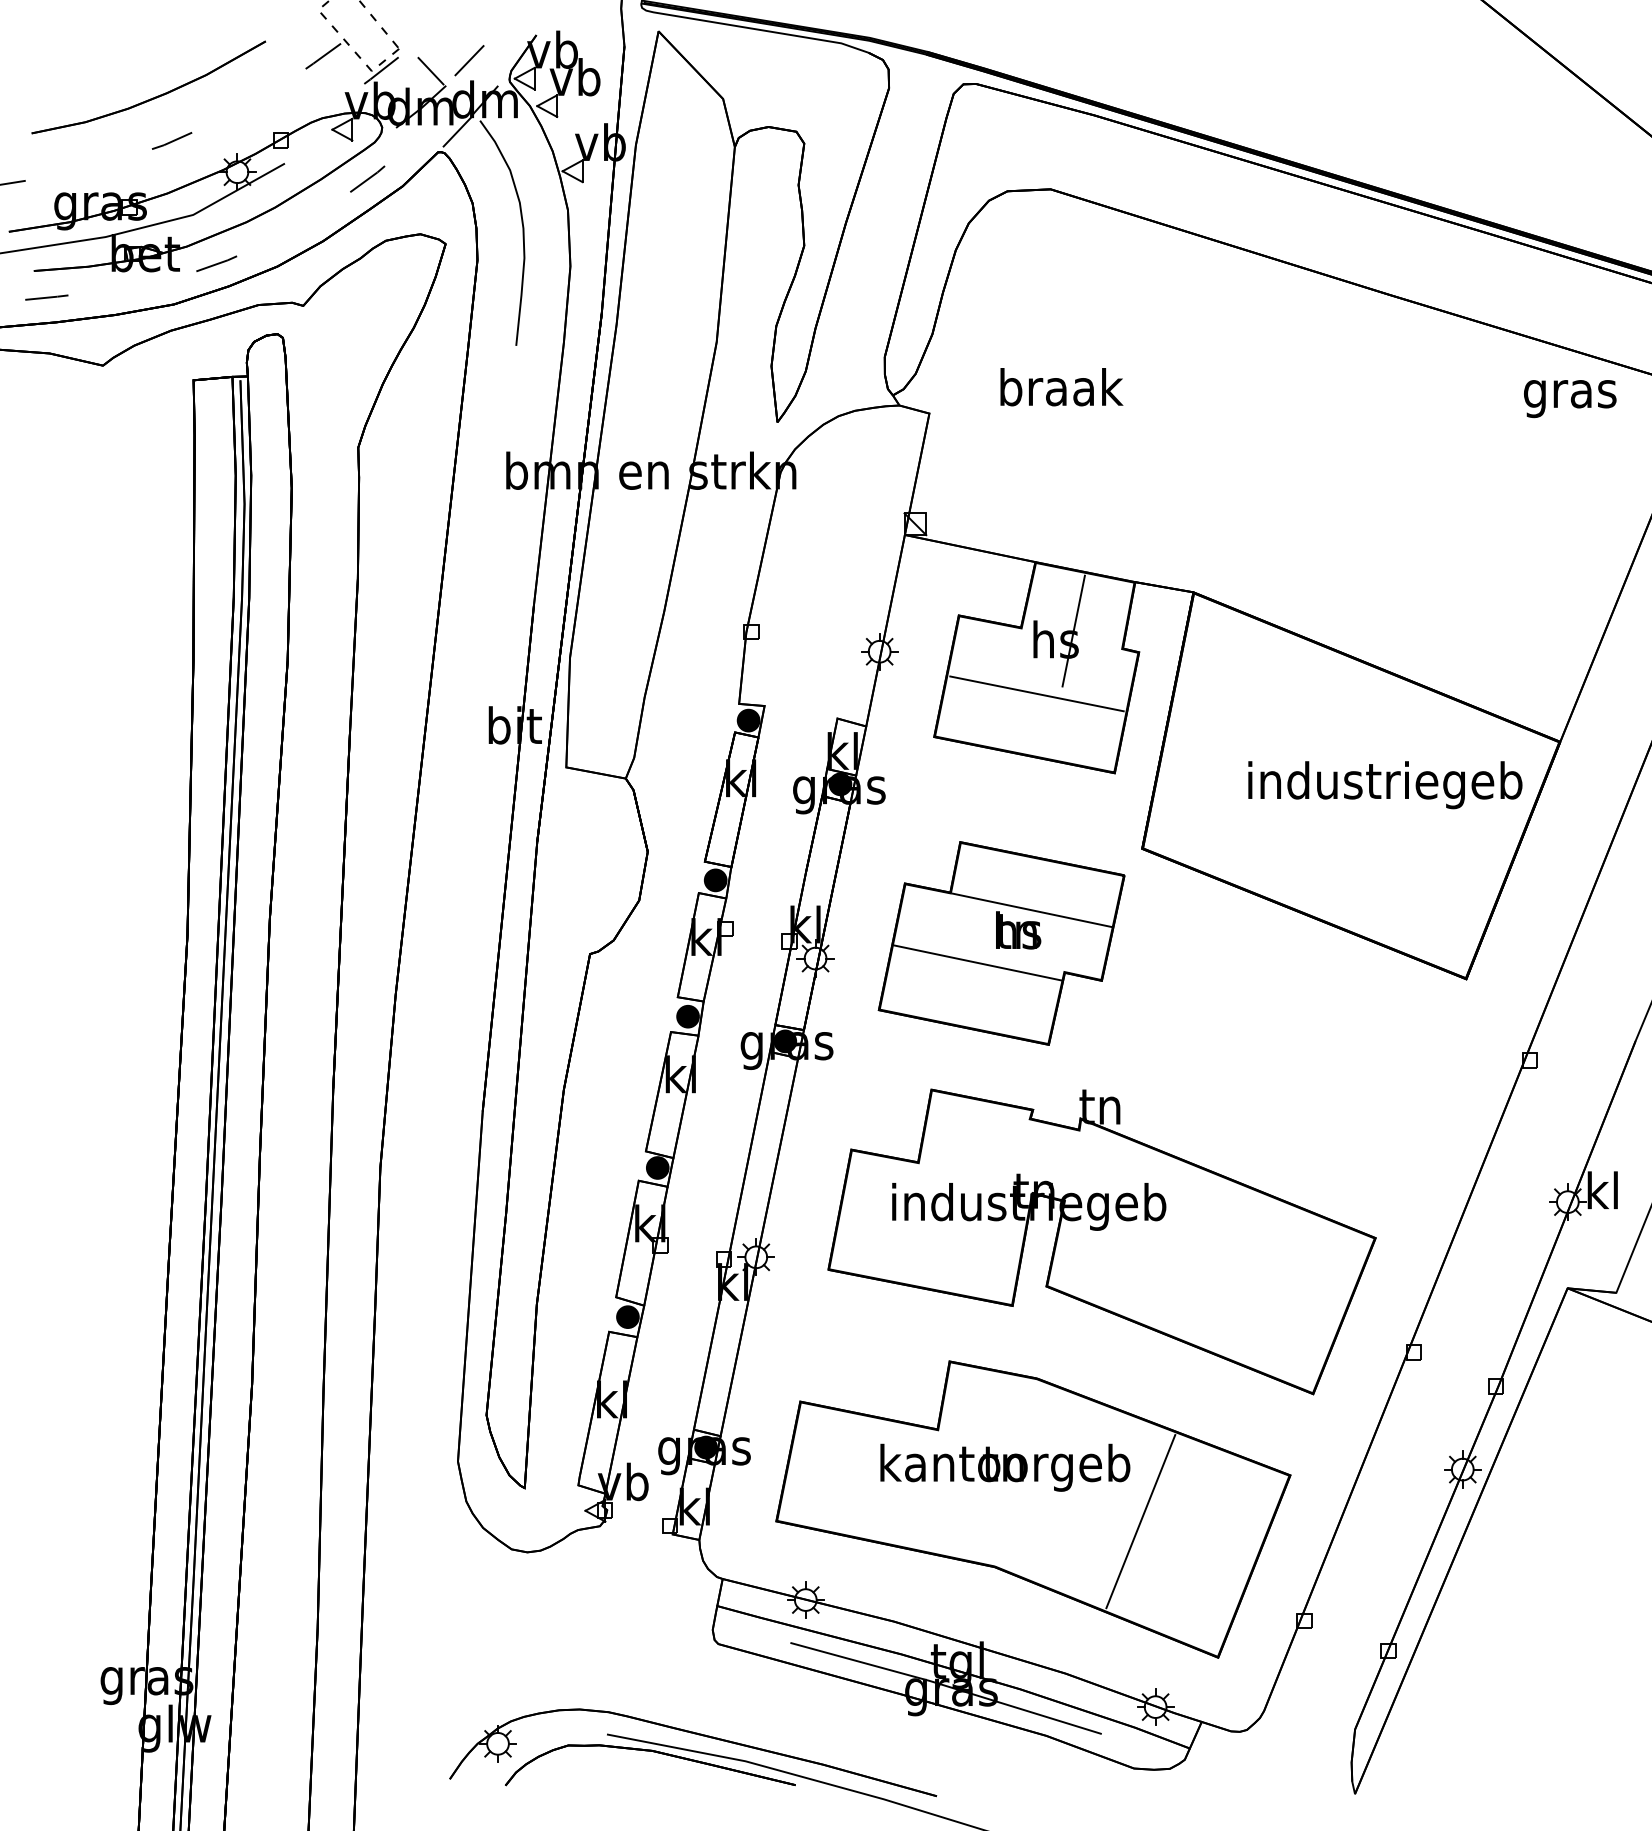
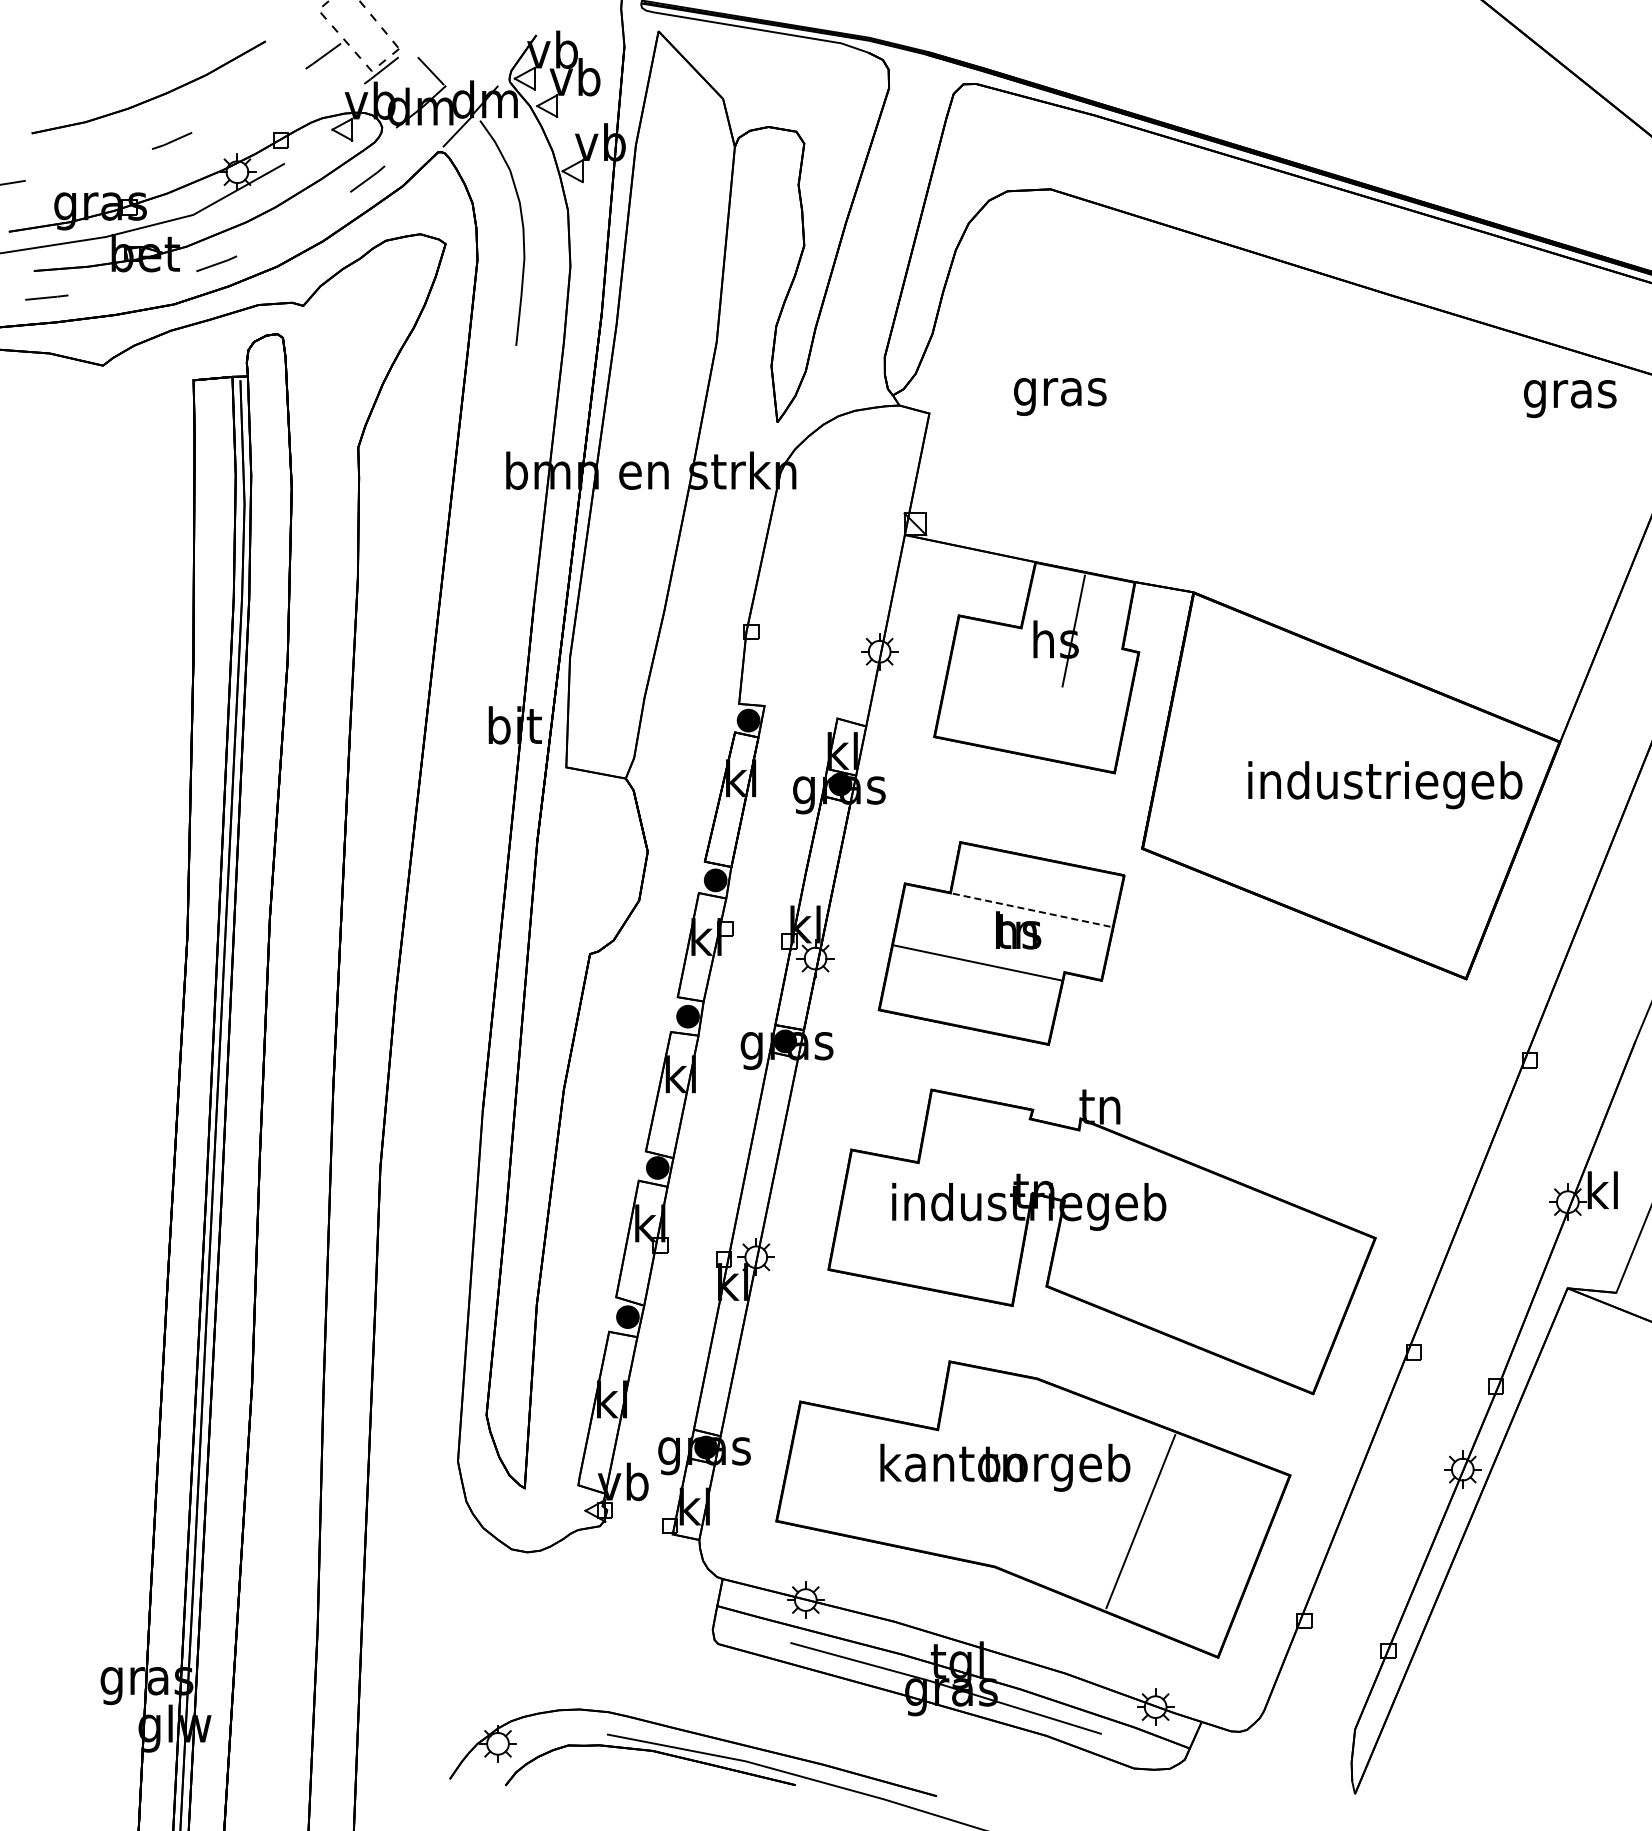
line at (469, 60): present -> none
text at (1061, 391): braak -> gras
line at (1036, 693): present -> none
line at (1032, 910): solid -> dashed
